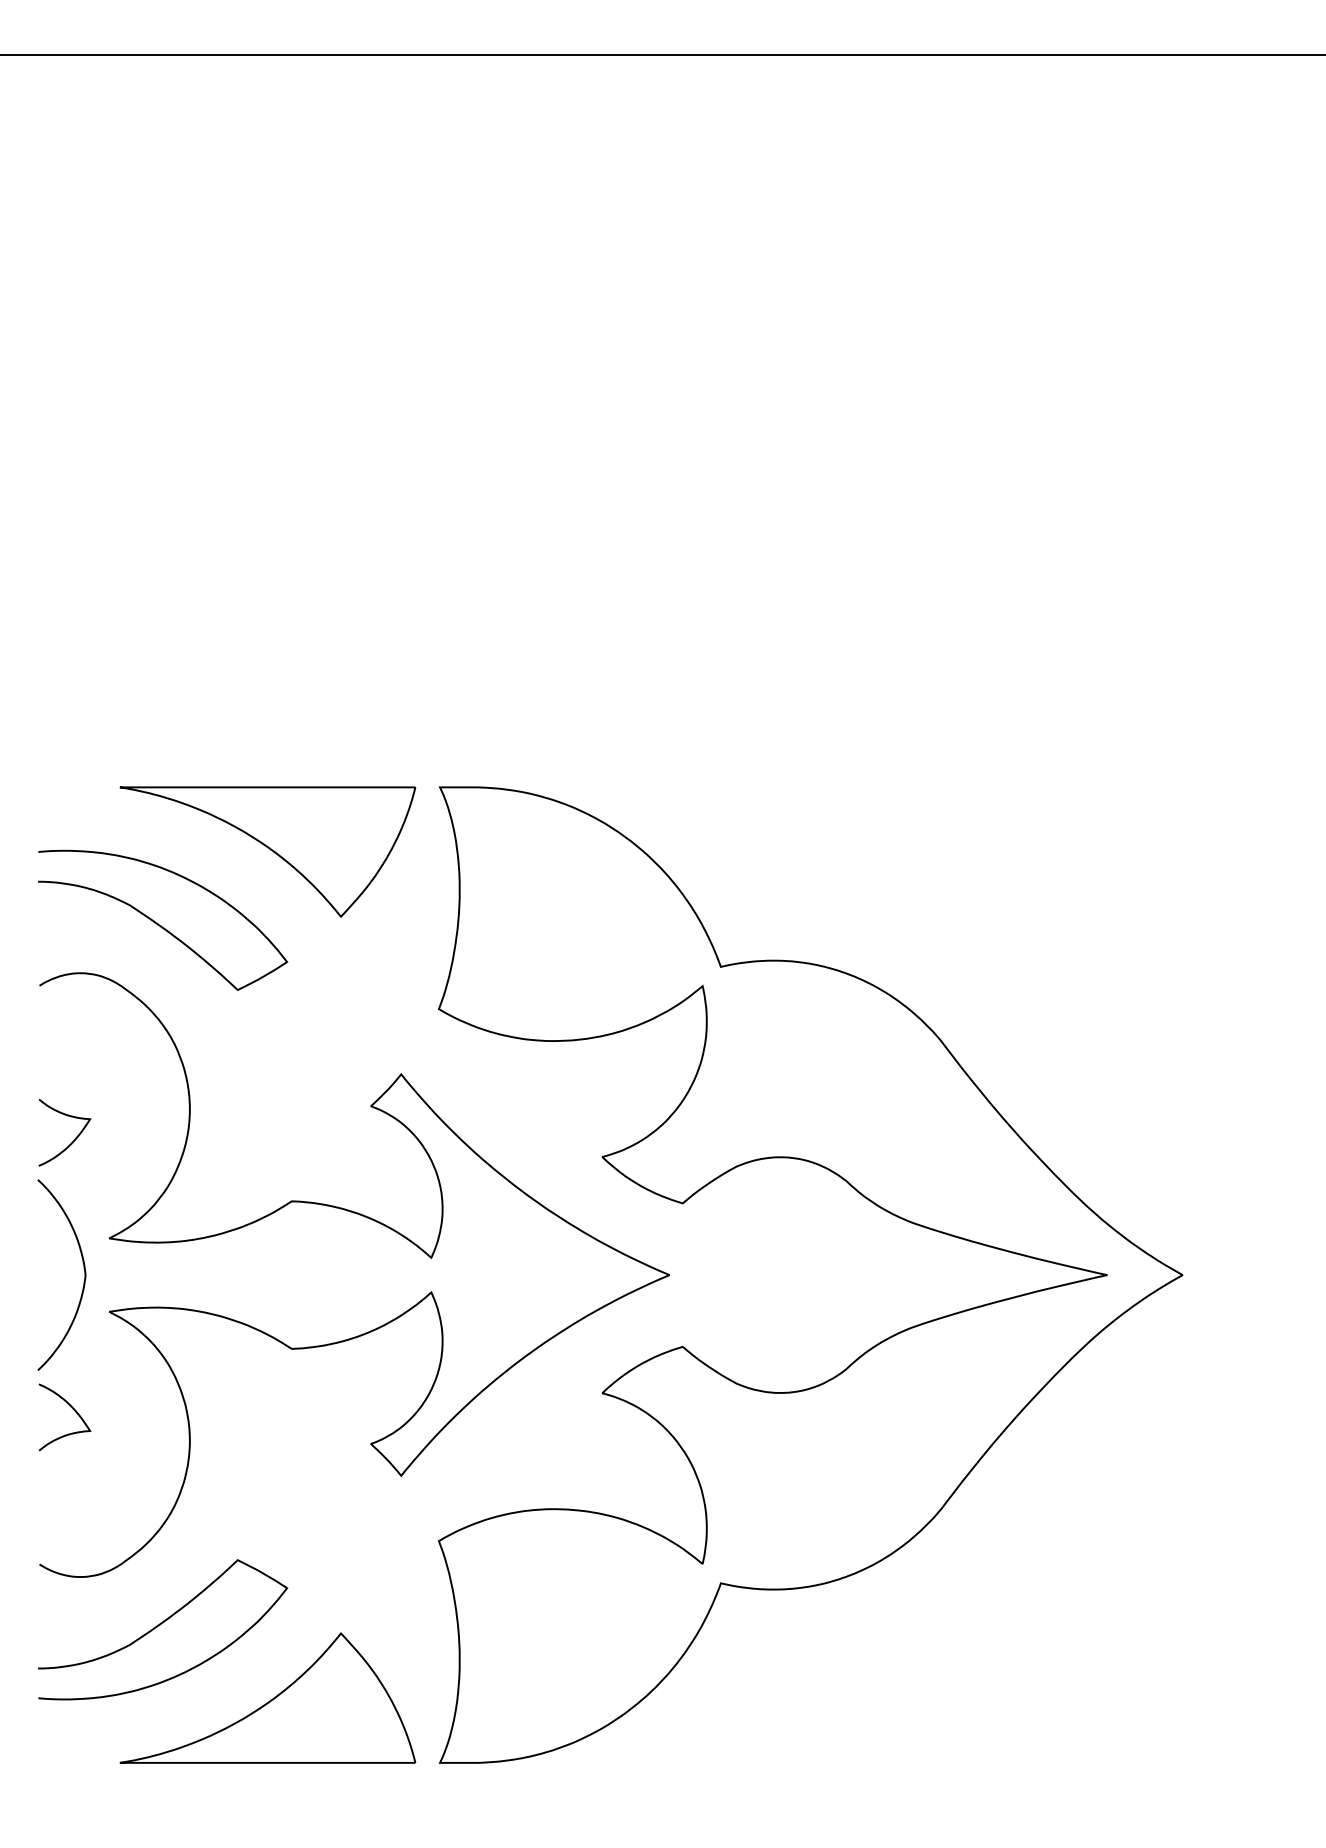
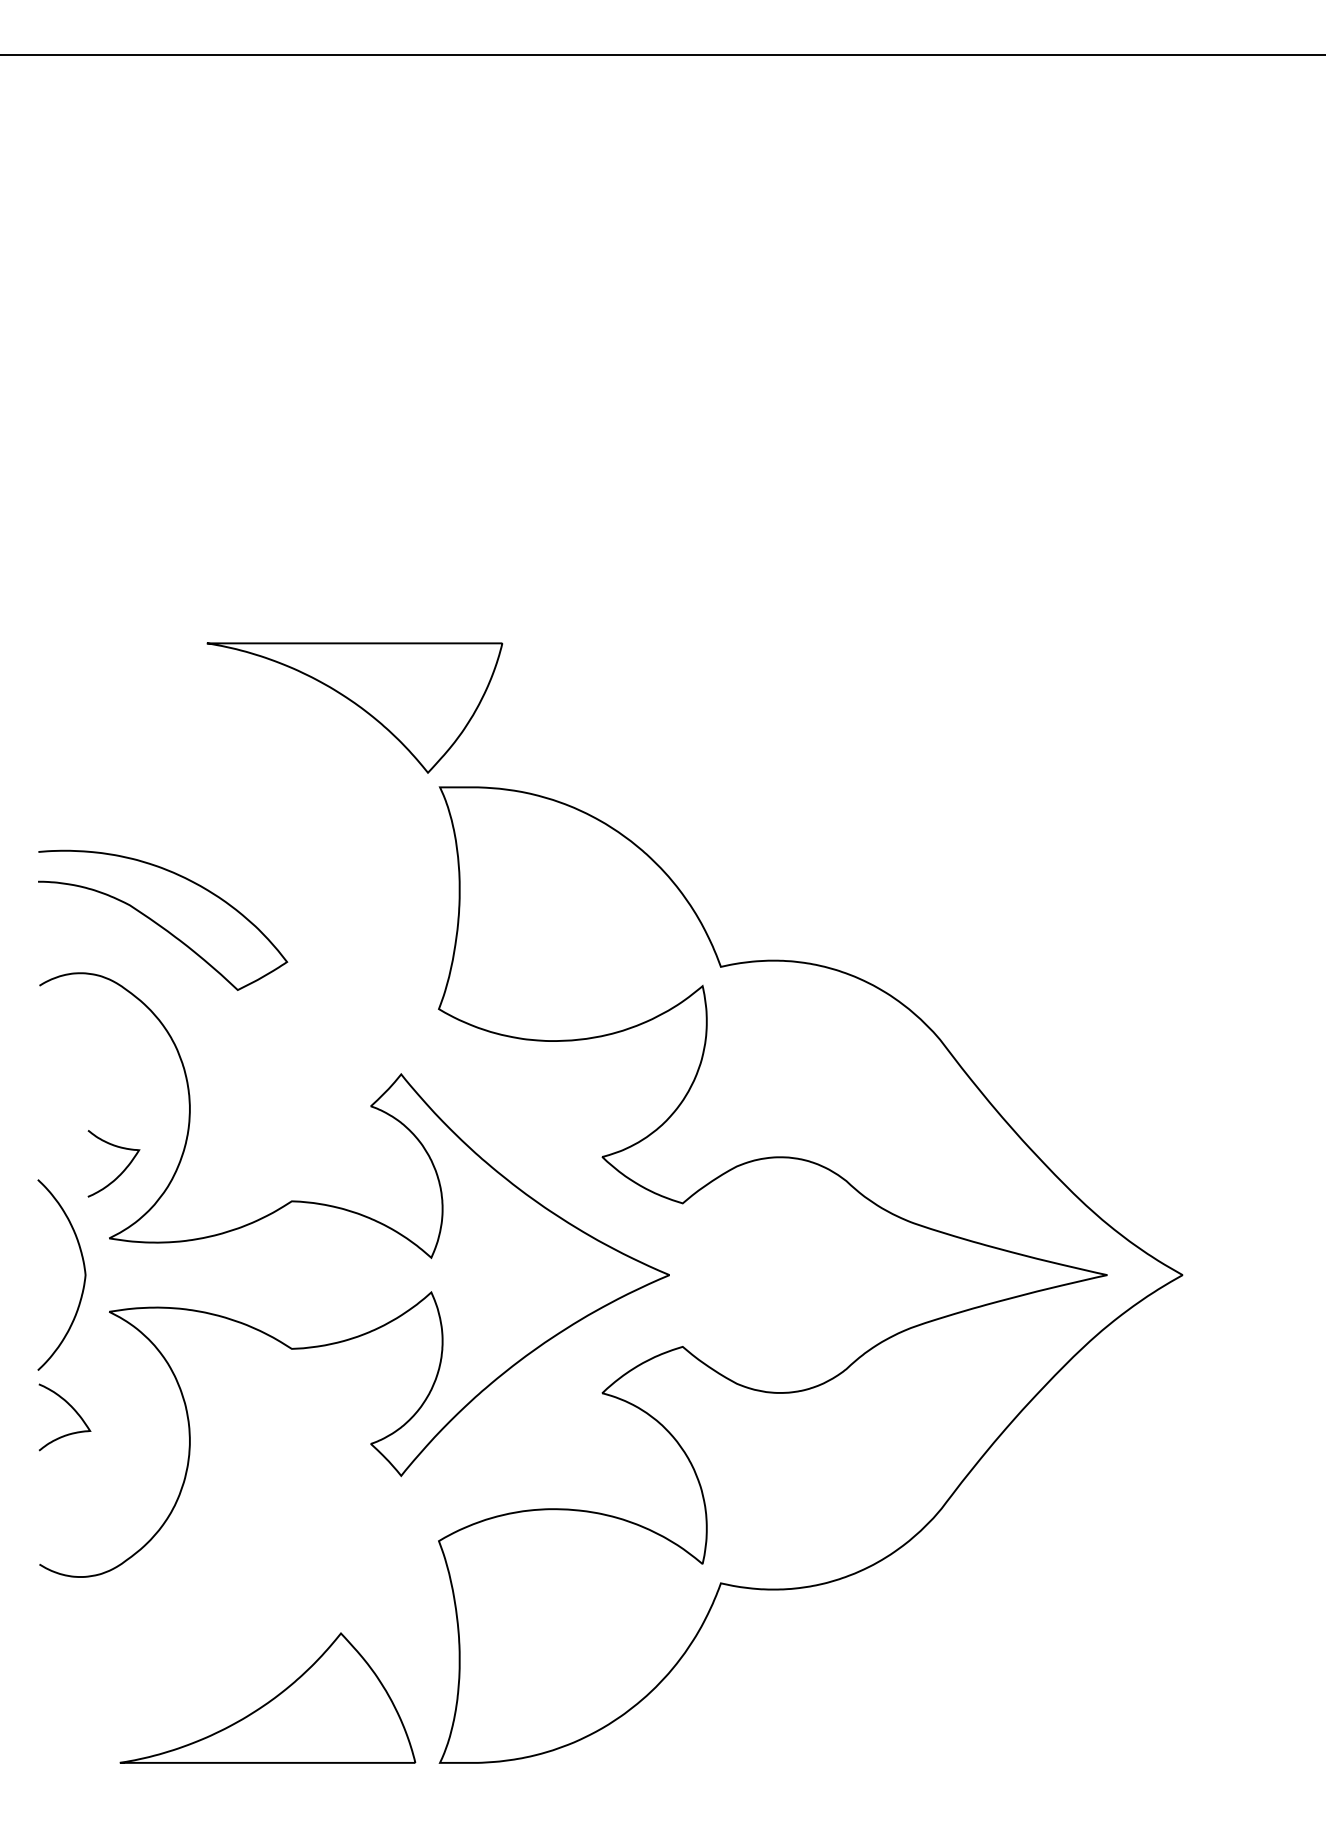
part at (267, 851) position: (267, 851) -> (354, 707)
curve at (74, 1138) position: (74, 1138) -> (123, 1169)
curve at (160, 1625): present -> none
